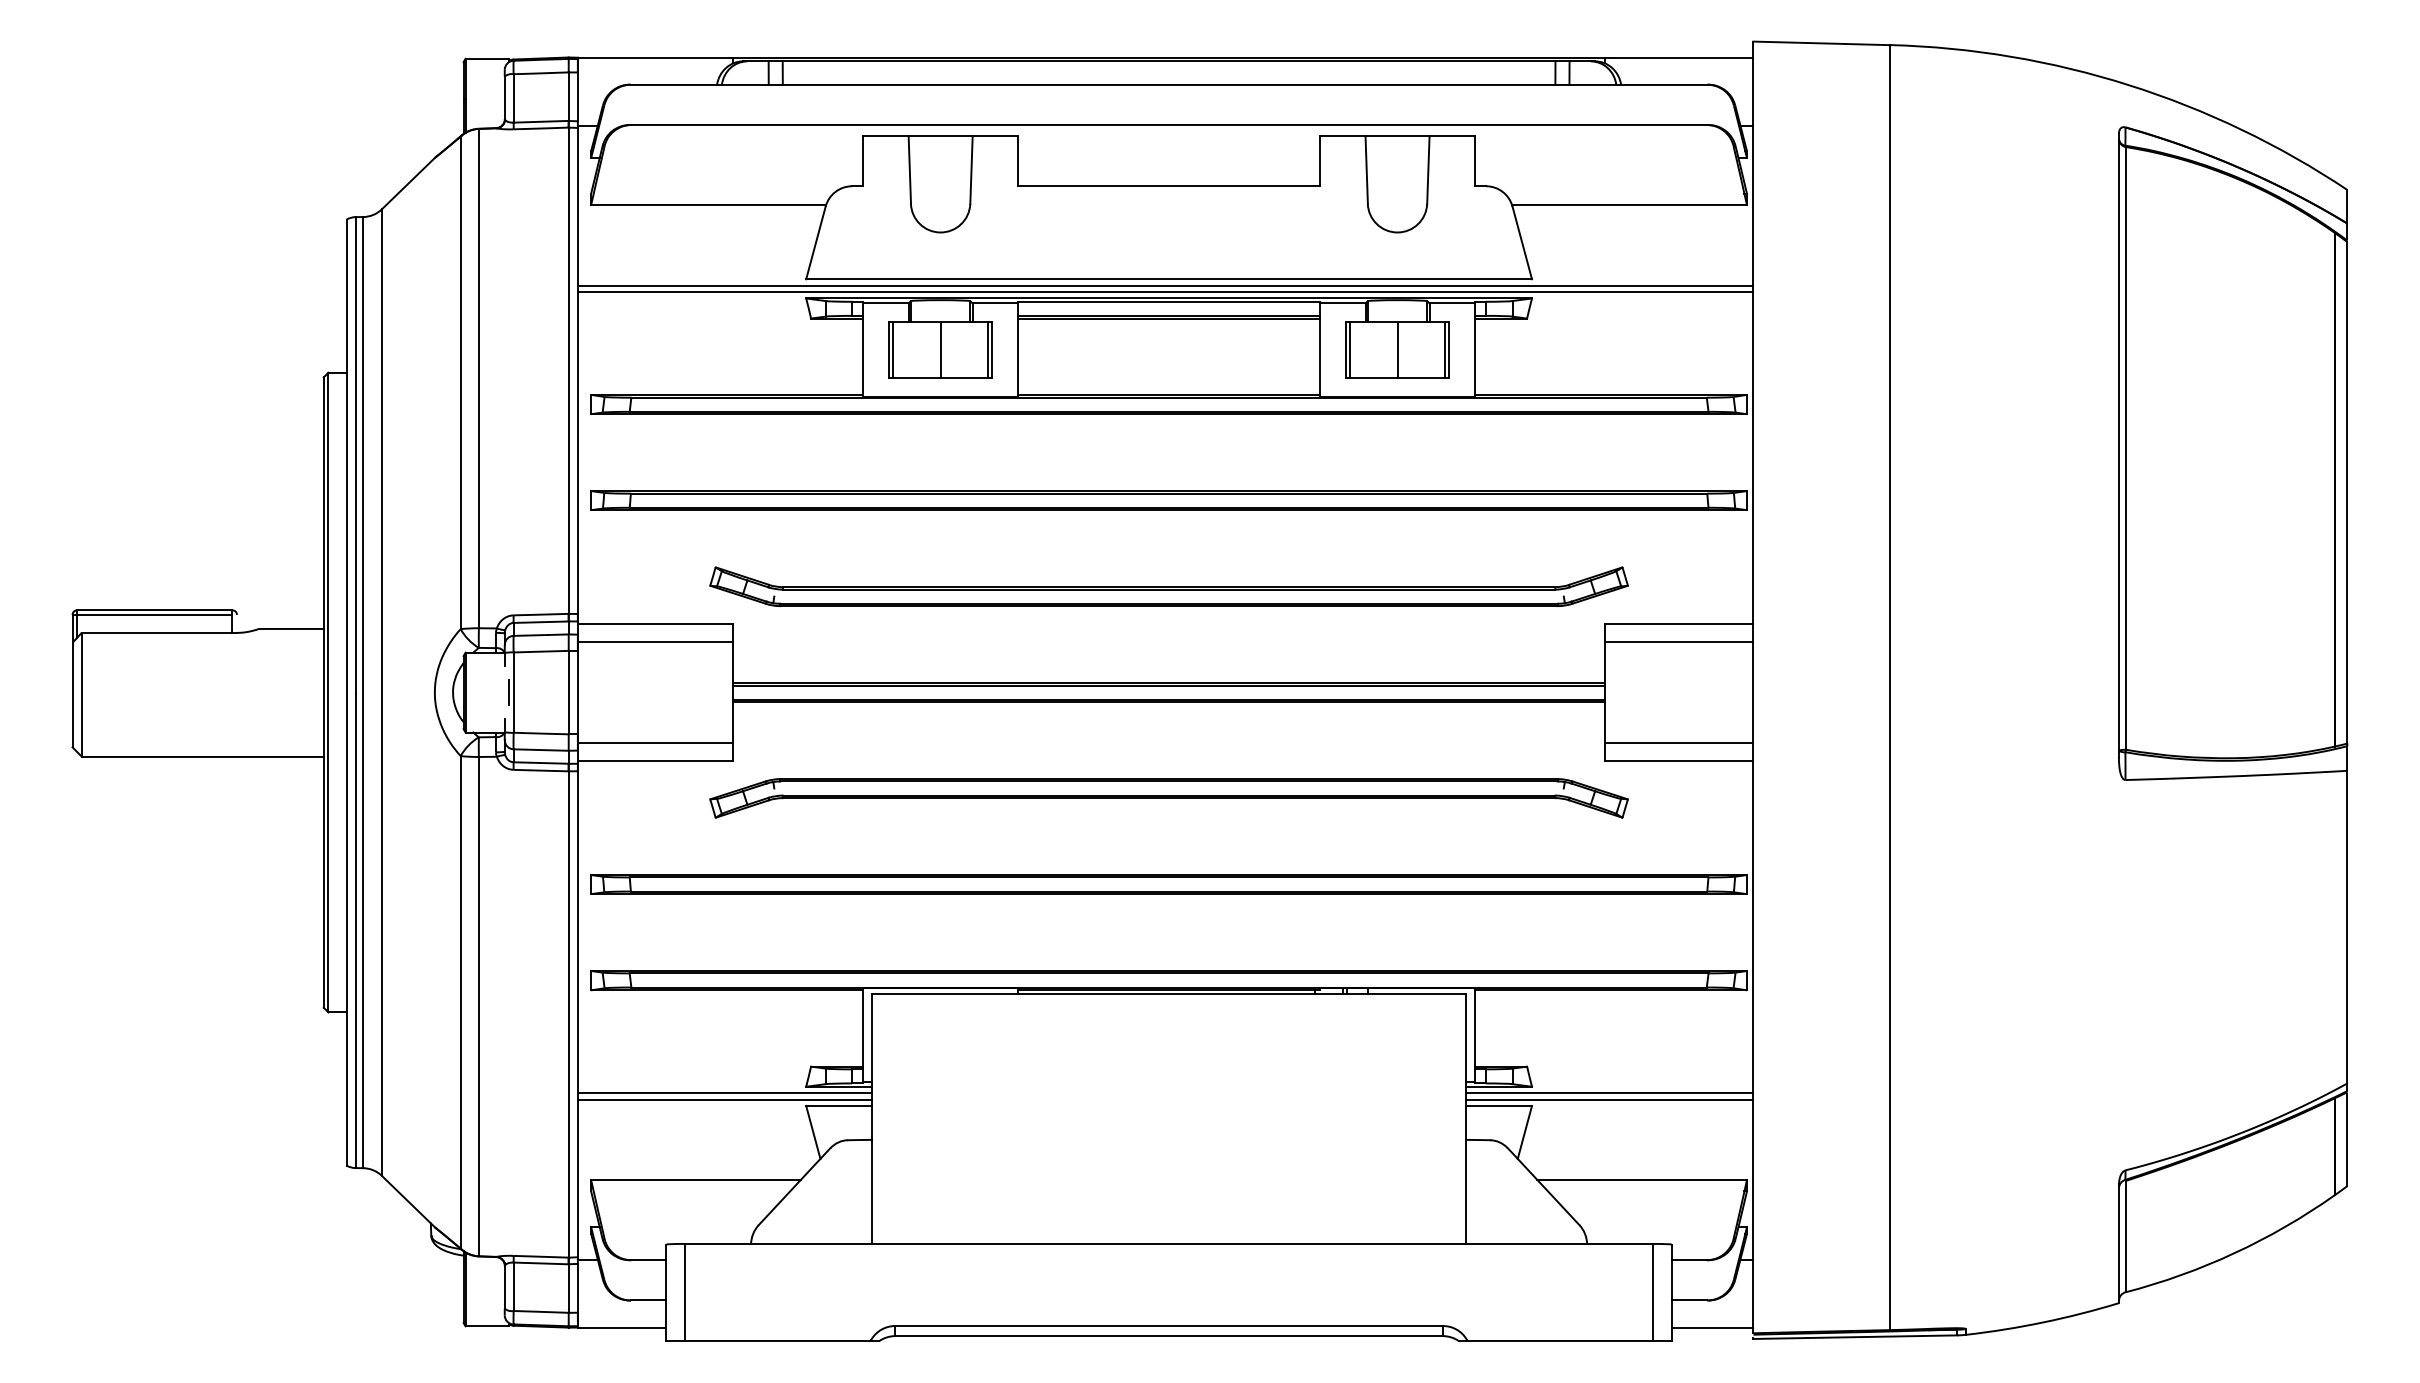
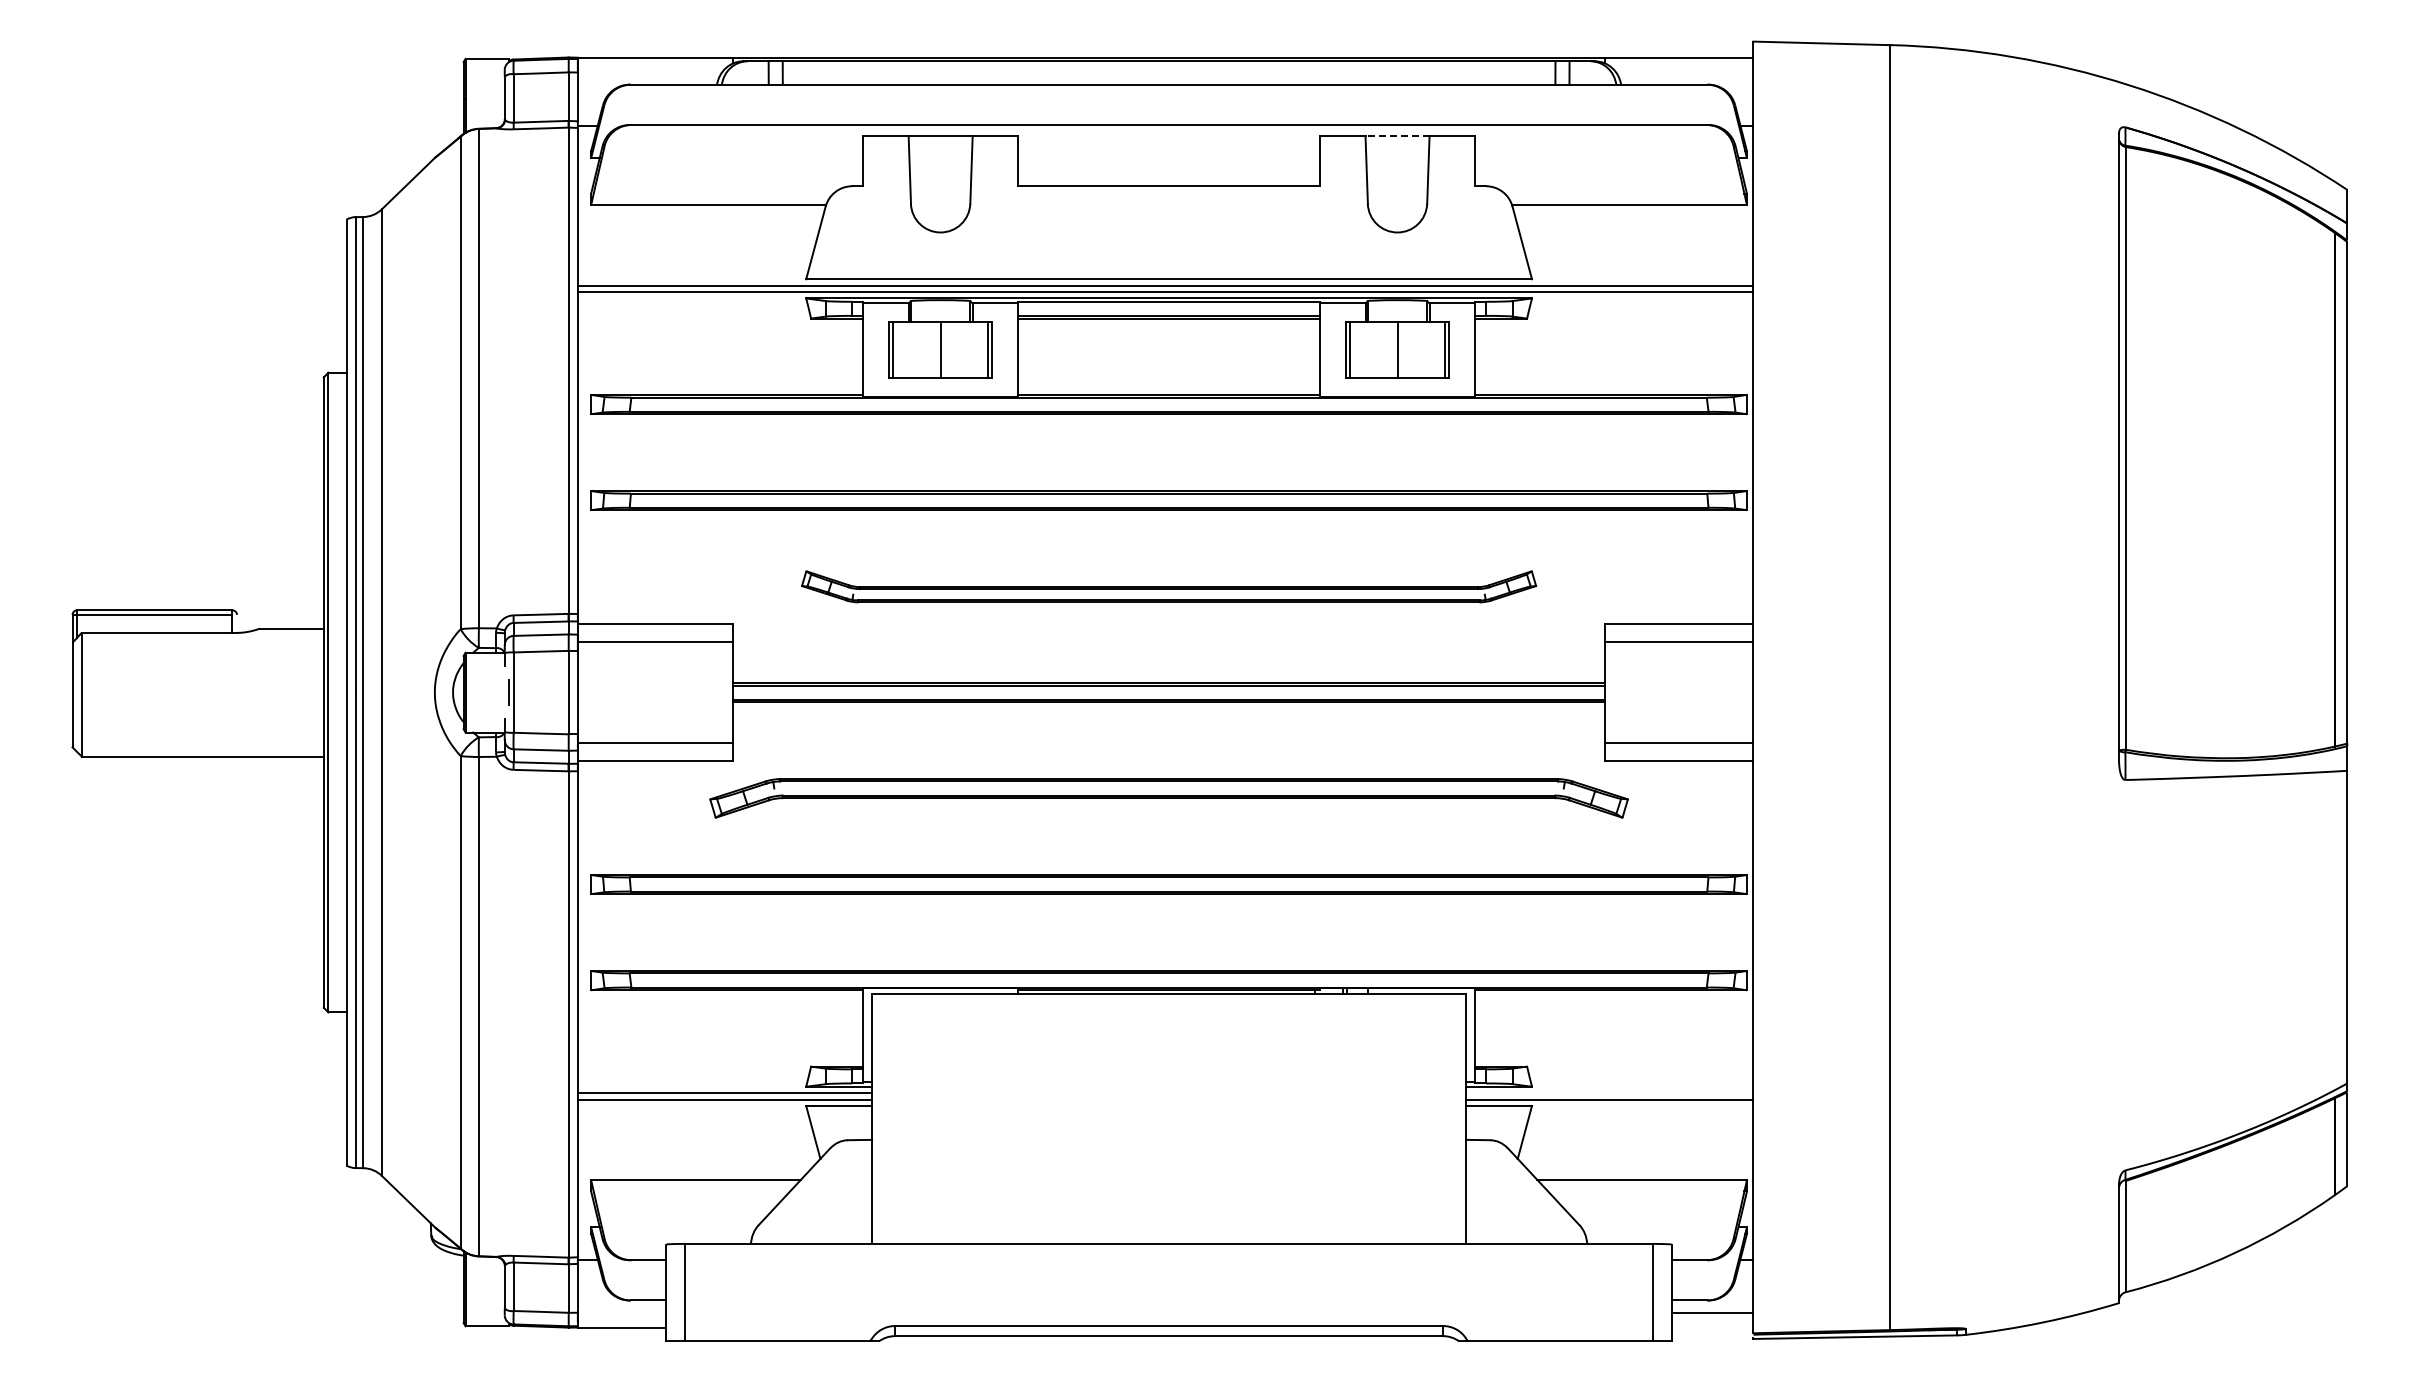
line at (1397, 136): solid -> dashed
part at (1168, 586) size: 920x42 px -> 737x34 px
line at (1609, 1093): present -> none
line at (1712, 1327) position: (1712, 1327) -> (1712, 1312)
